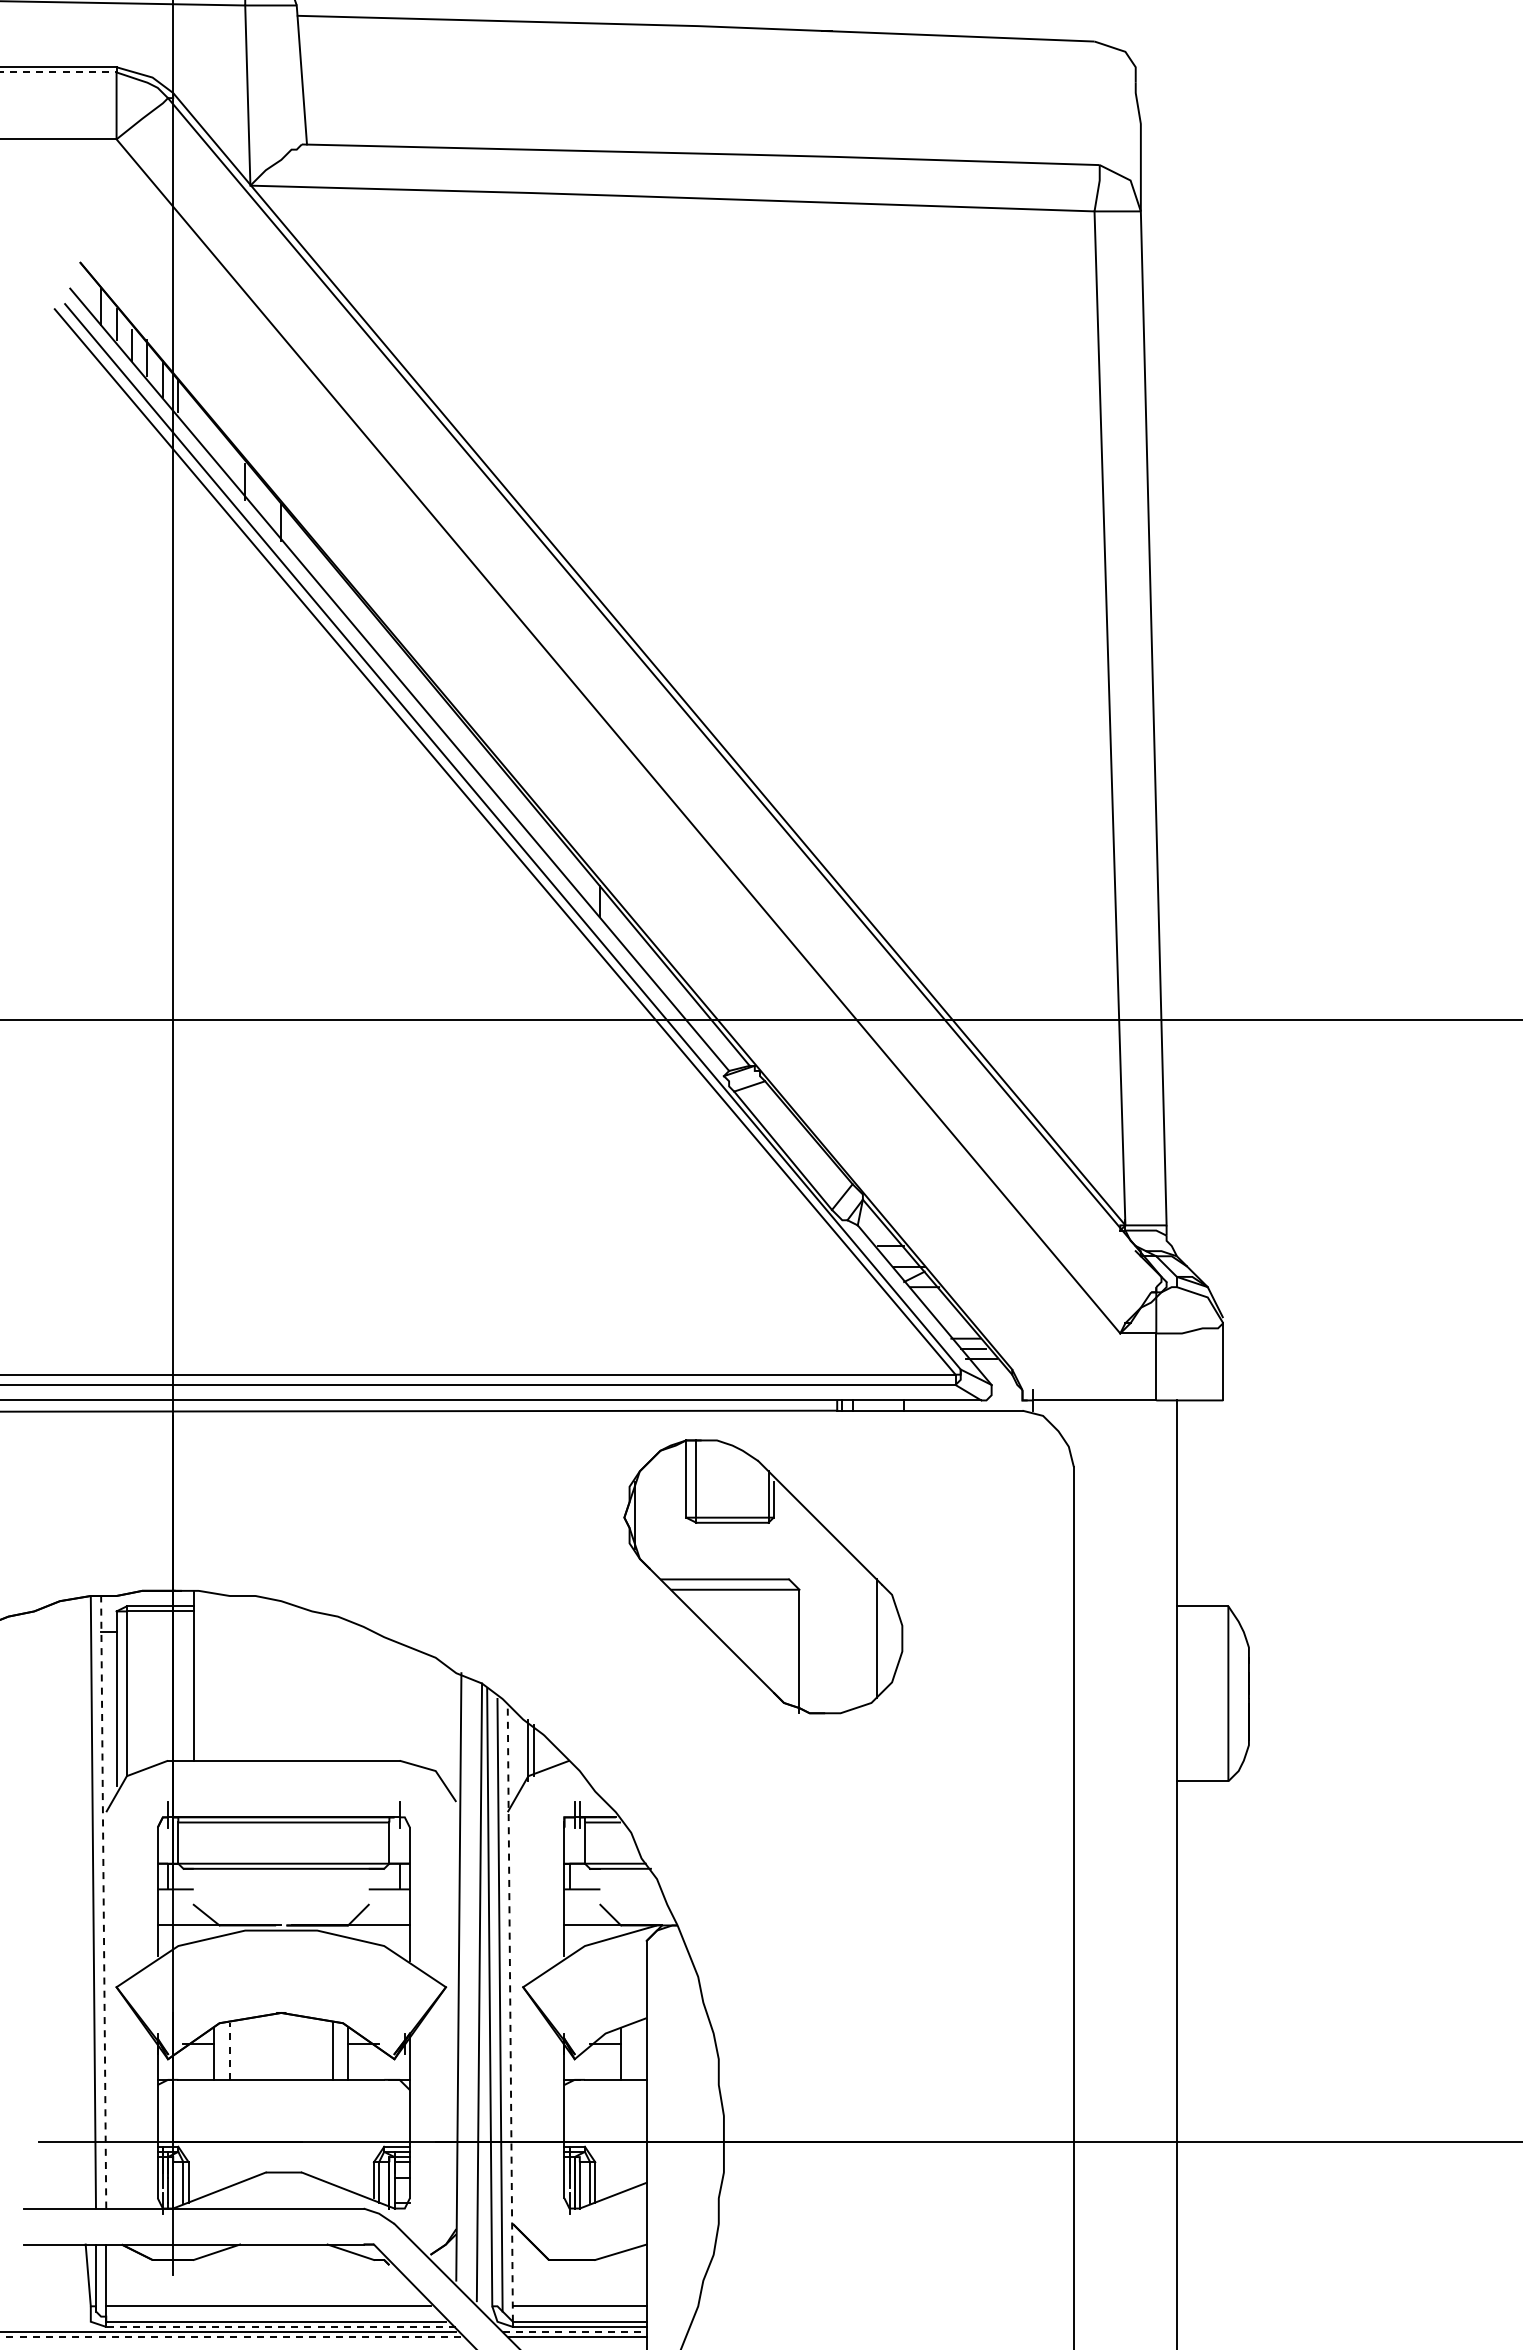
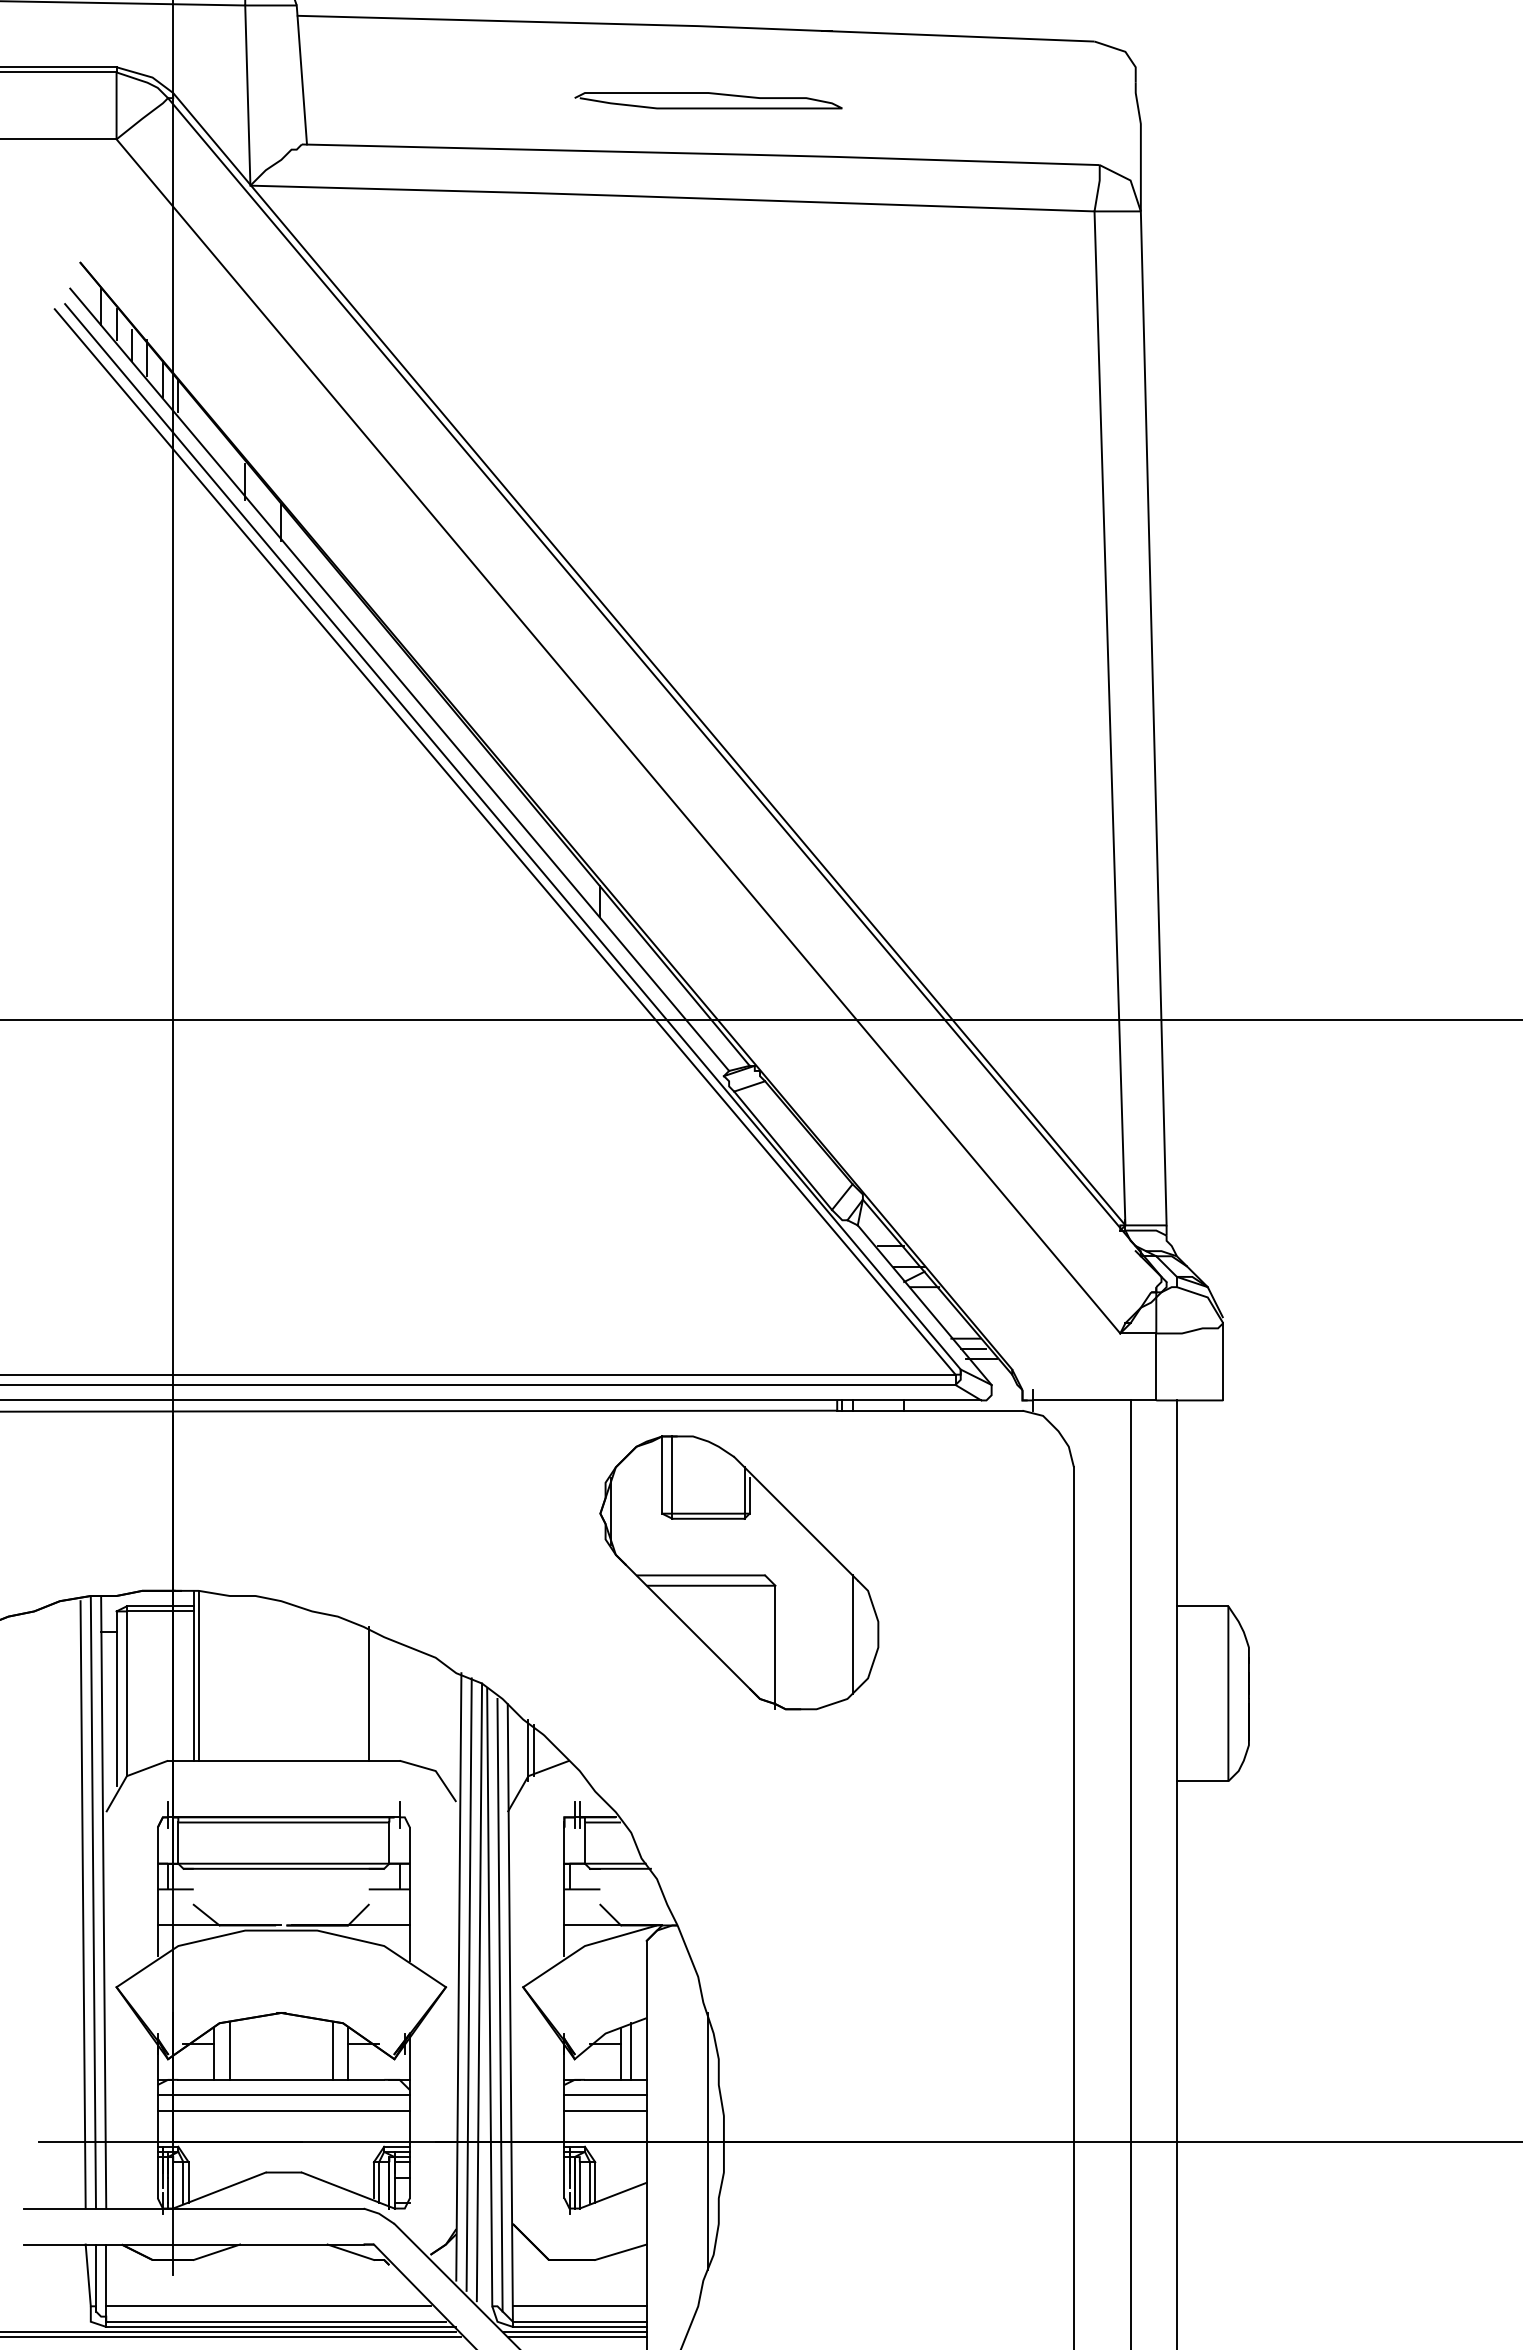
line at (58, 72): dashed -> solid
curve at (710, 94): none -> present
part at (763, 1576) position: (763, 1576) -> (739, 1572)
line at (198, 1675): none -> present
line at (368, 1693): none -> present
line at (1130, 1873): none -> present
line at (103, 1901): dashed -> solid
line at (82, 1904): none -> present
line at (468, 1984): none -> present
line at (510, 2012): dashed -> solid
line at (229, 2051): dashed -> solid
line at (631, 2051): none -> present
line at (283, 2095): none -> present
line at (605, 2095): none -> present
line at (283, 2110): none -> present
line at (605, 2110): none -> present
line at (708, 2141): none -> present
line at (280, 2326): dashed -> solid
line at (575, 2332): dashed -> solid
line at (230, 2337): dashed -> solid
